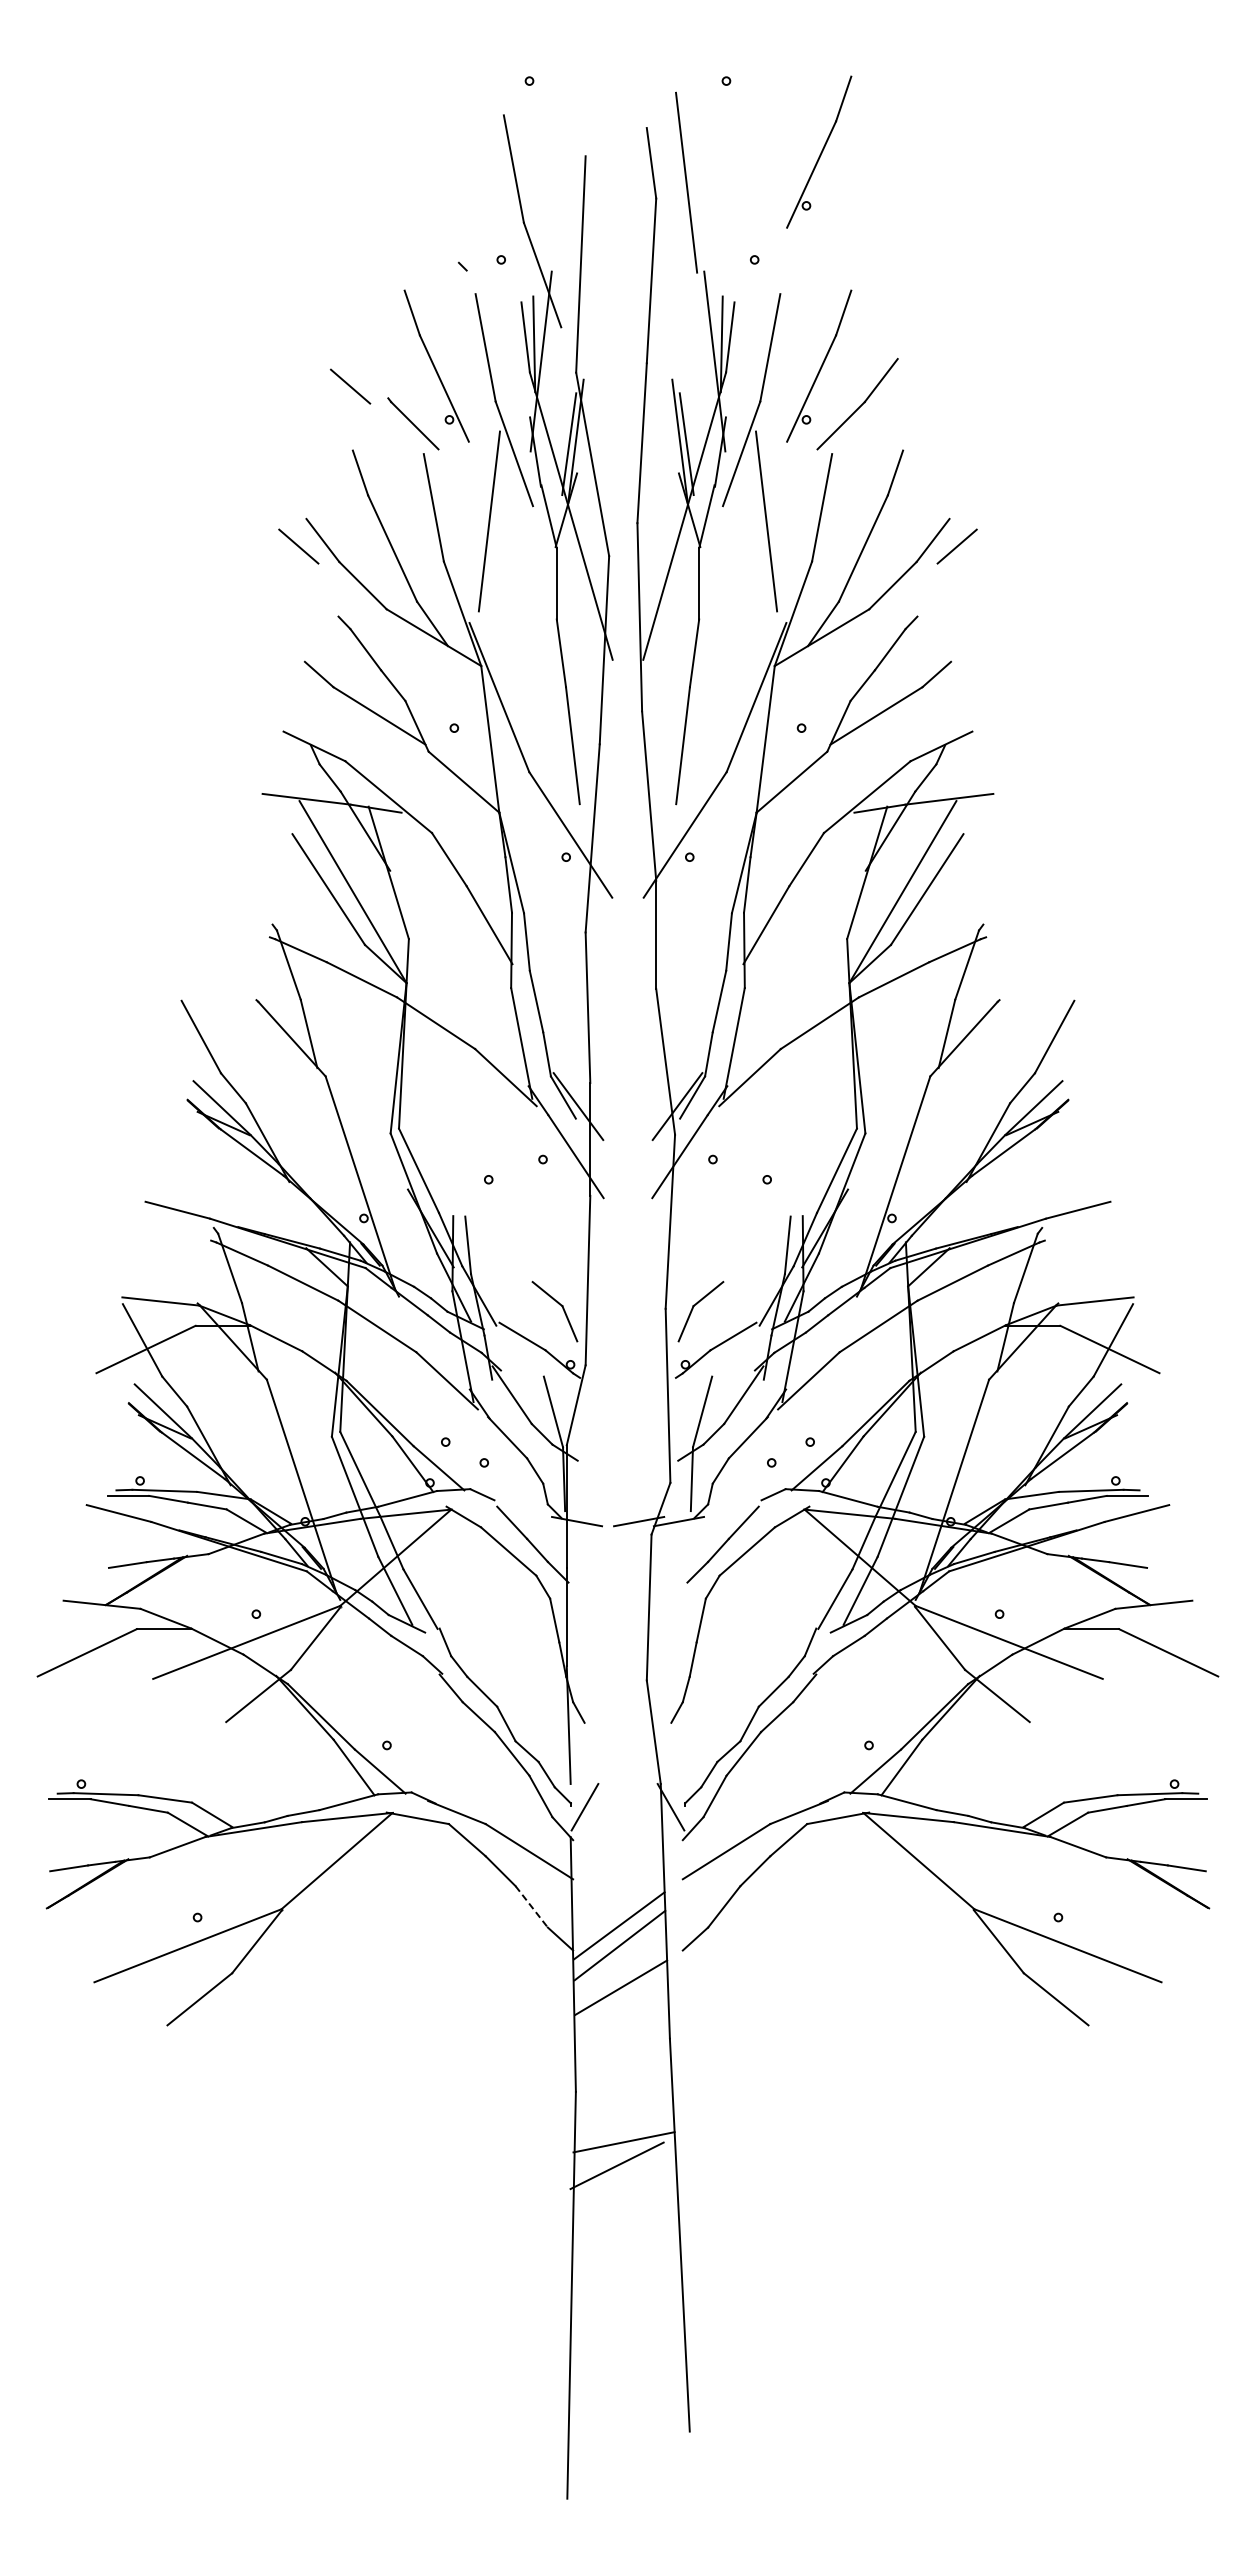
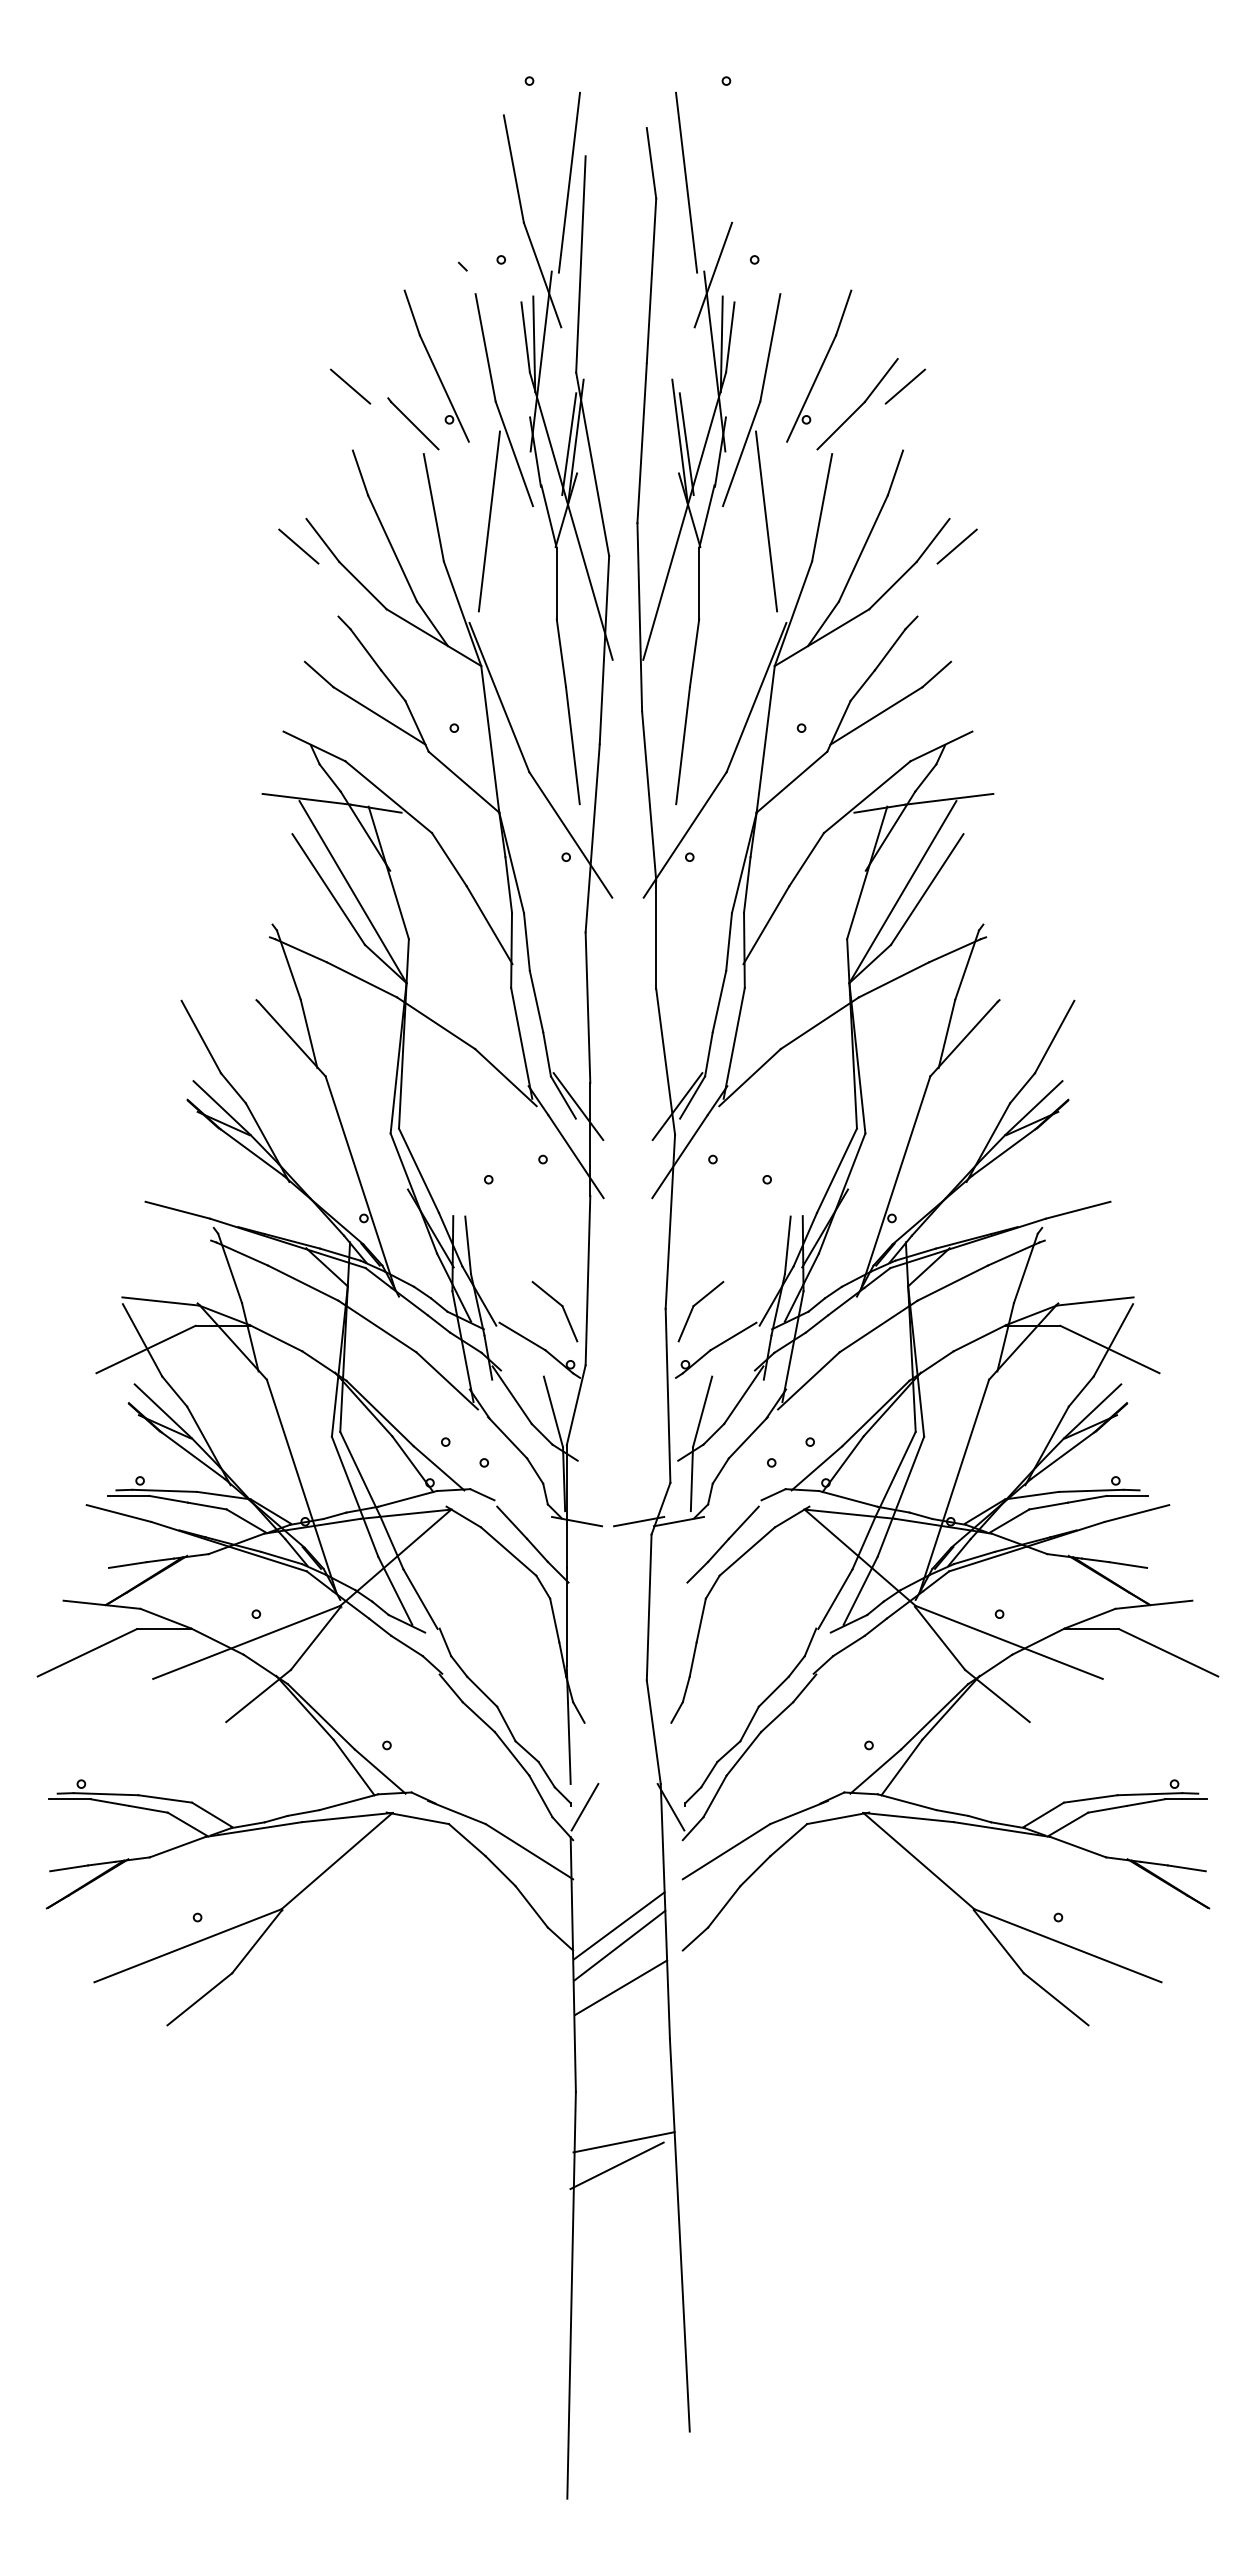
part at (819, 151): present -> none
line at (569, 182): none -> present
line at (713, 274): none -> present
line at (904, 386): none -> present
line at (532, 1907): dashed -> solid
